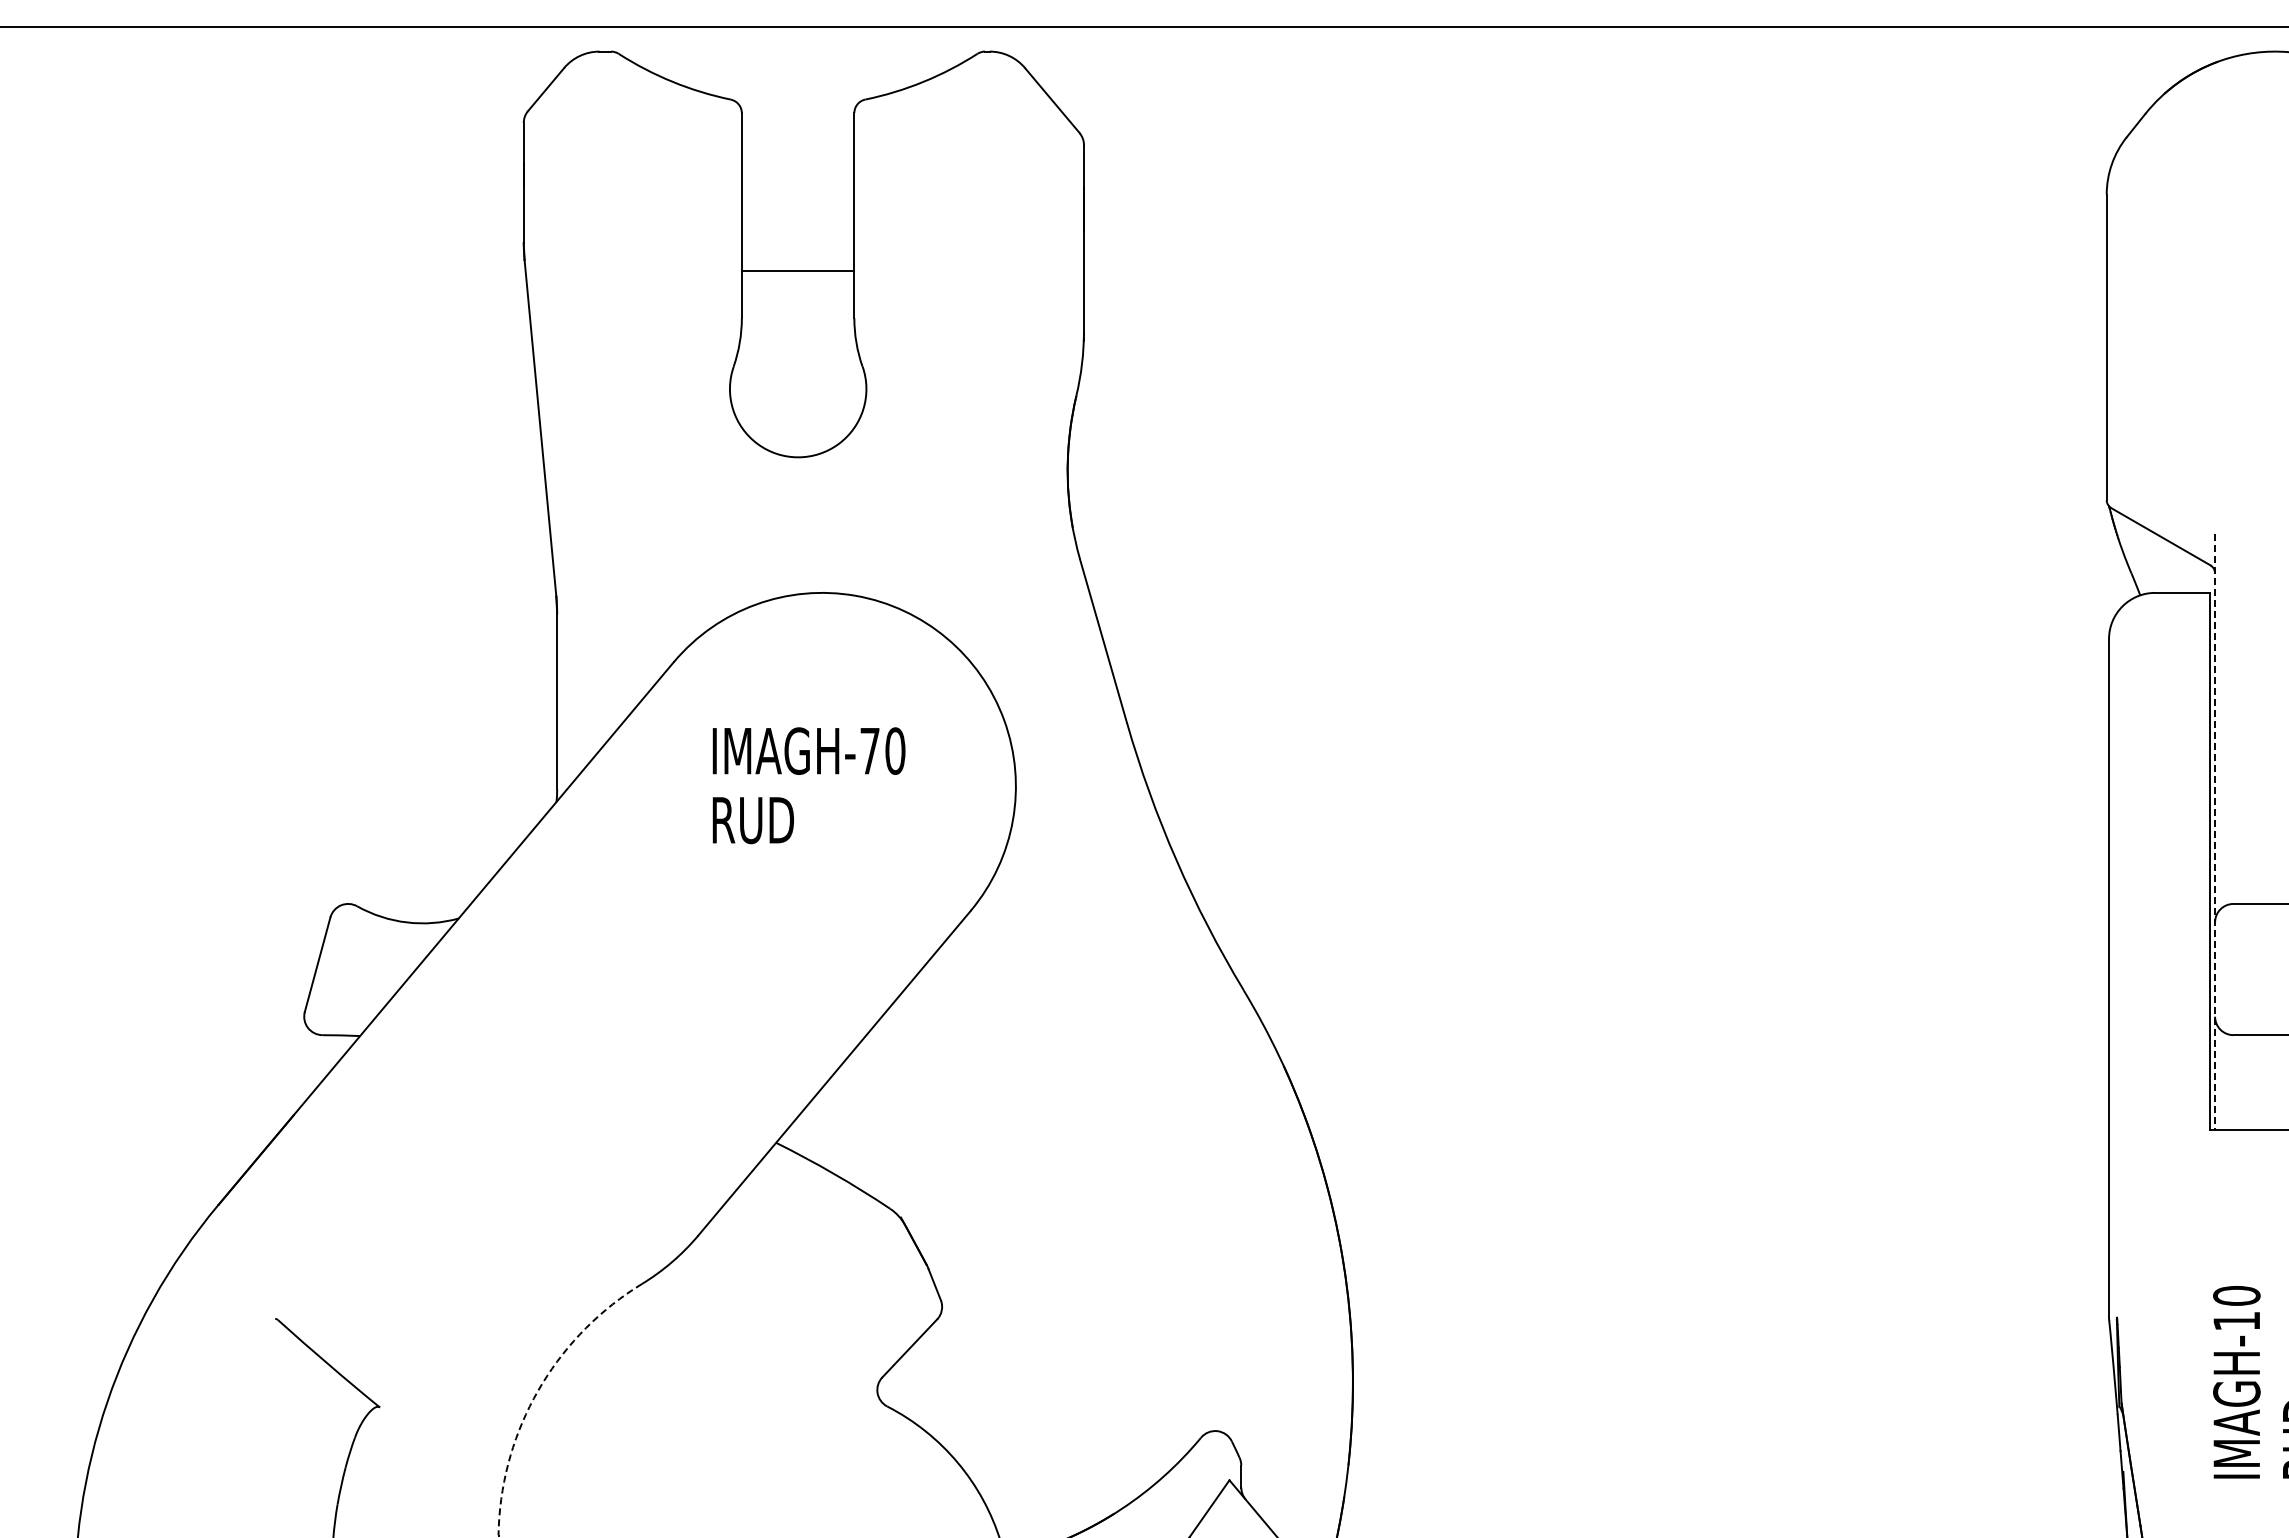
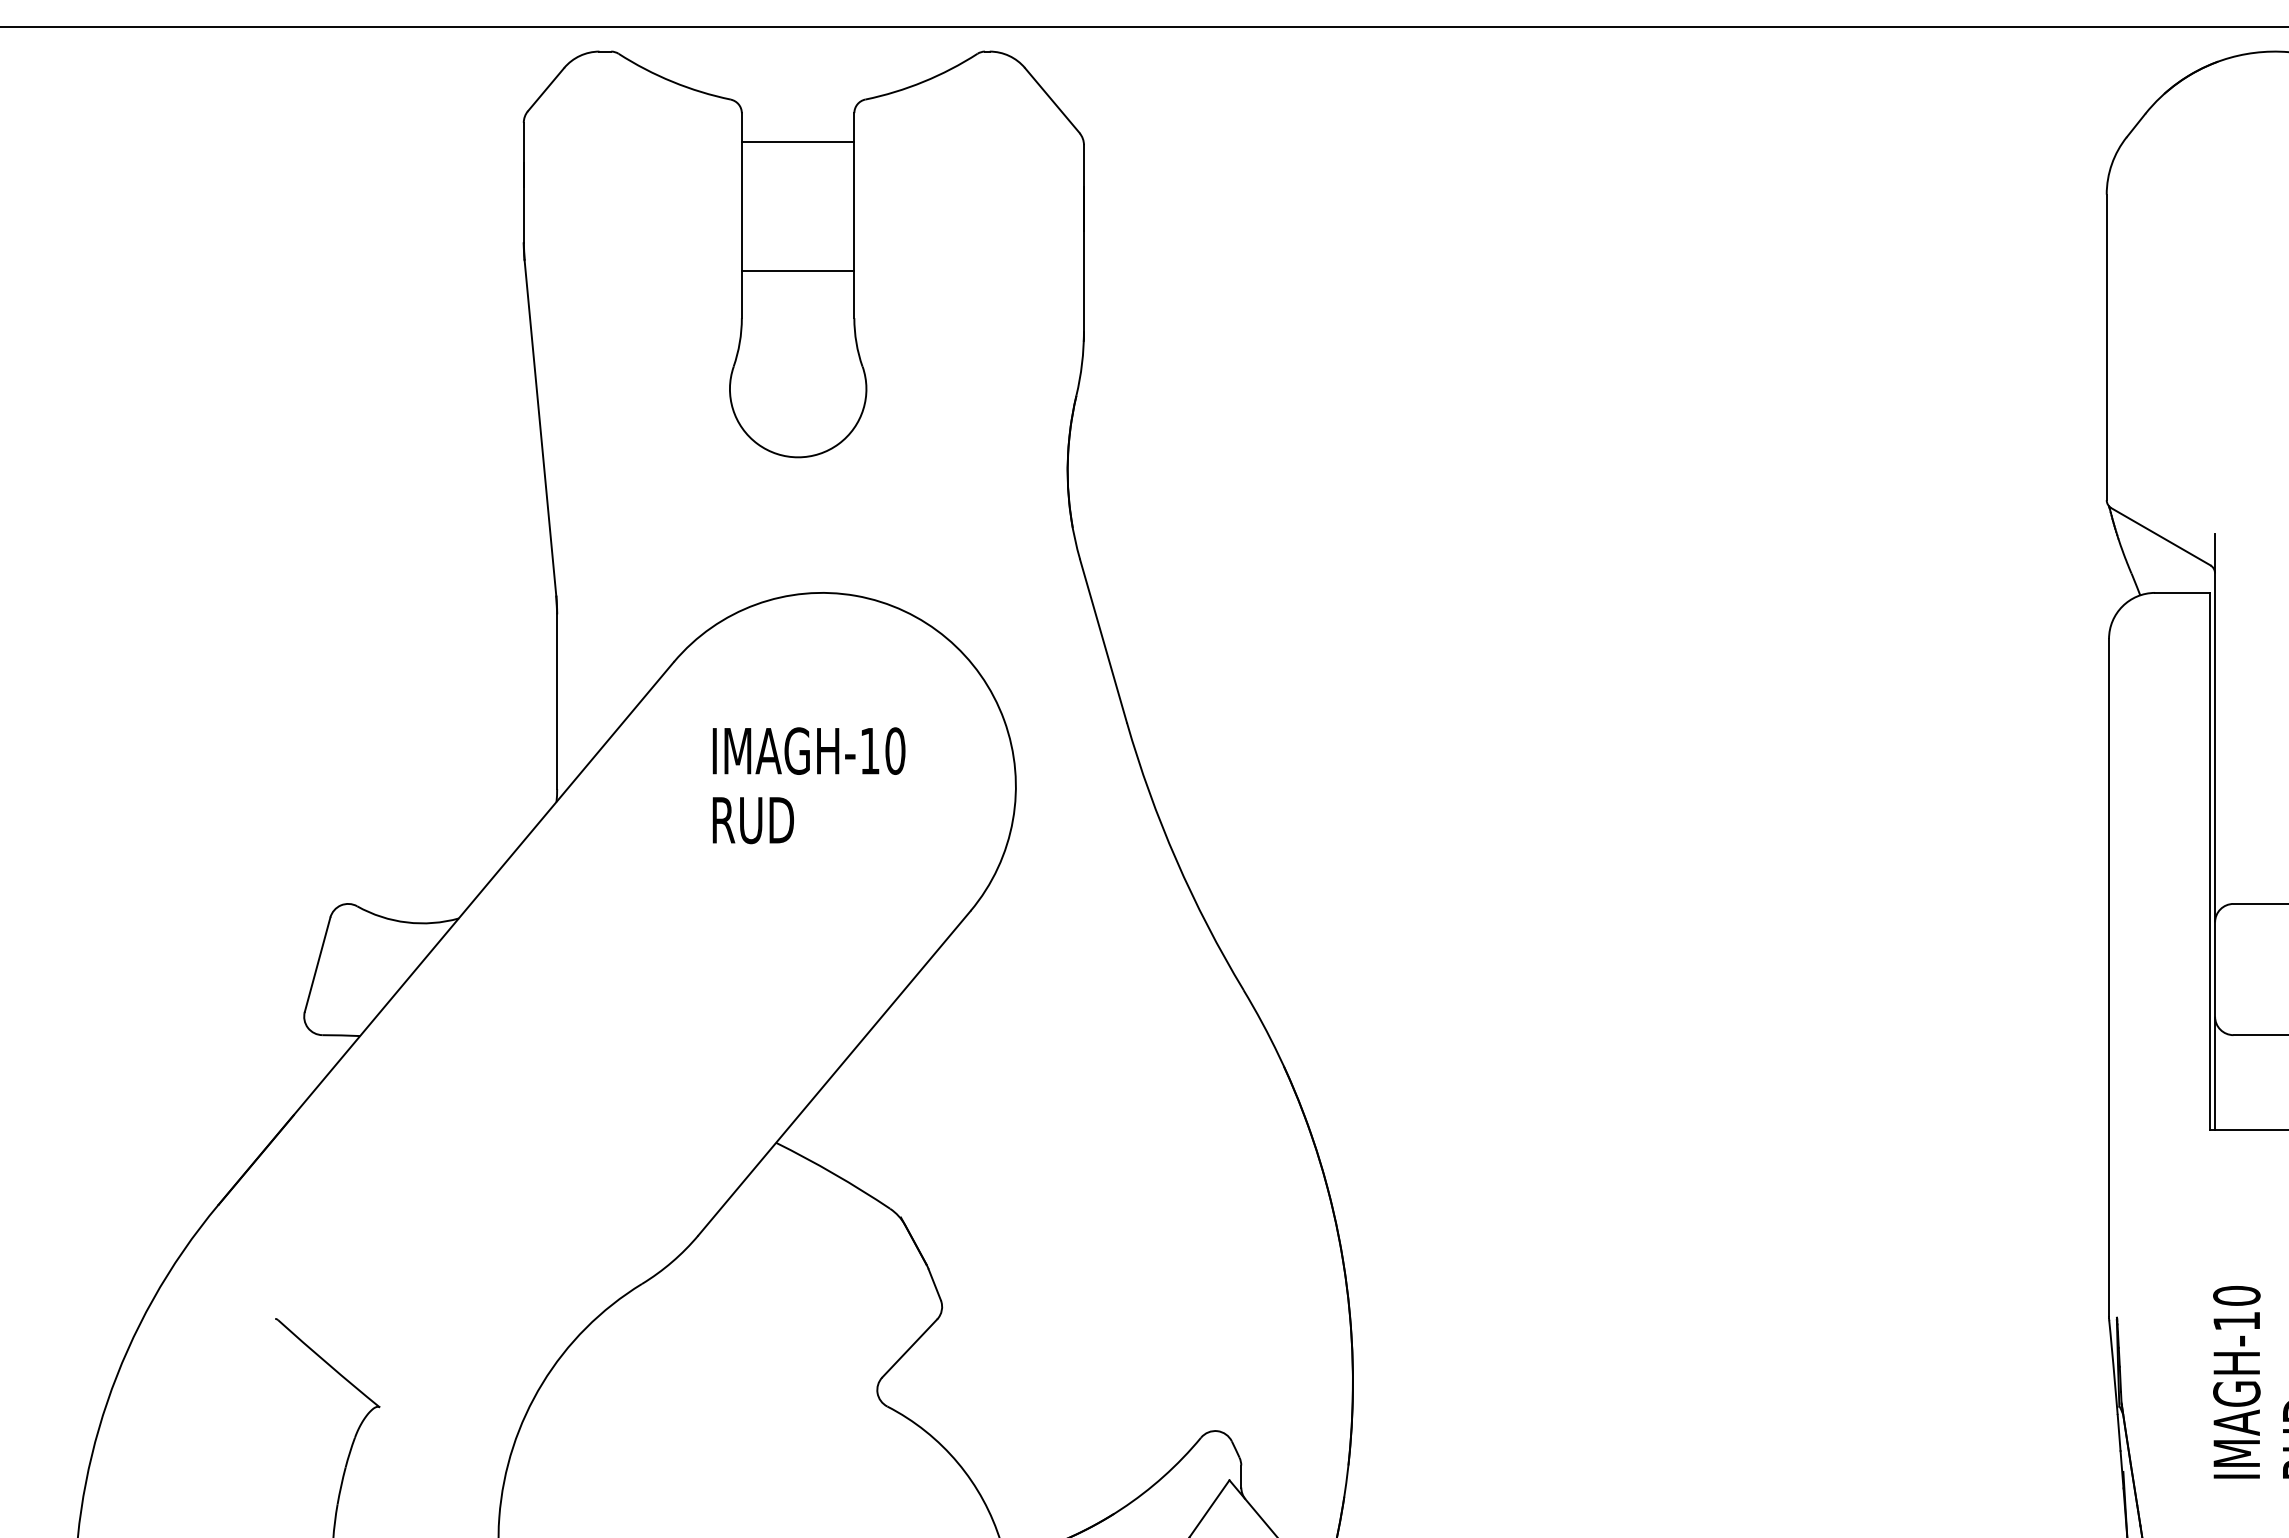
line at (797, 141): none -> present
text at (869, 751): IMAGH-70 -> IMAGH-10
line at (2215, 832): dashed -> solid
arc at (537, 1392): dashed -> solid
